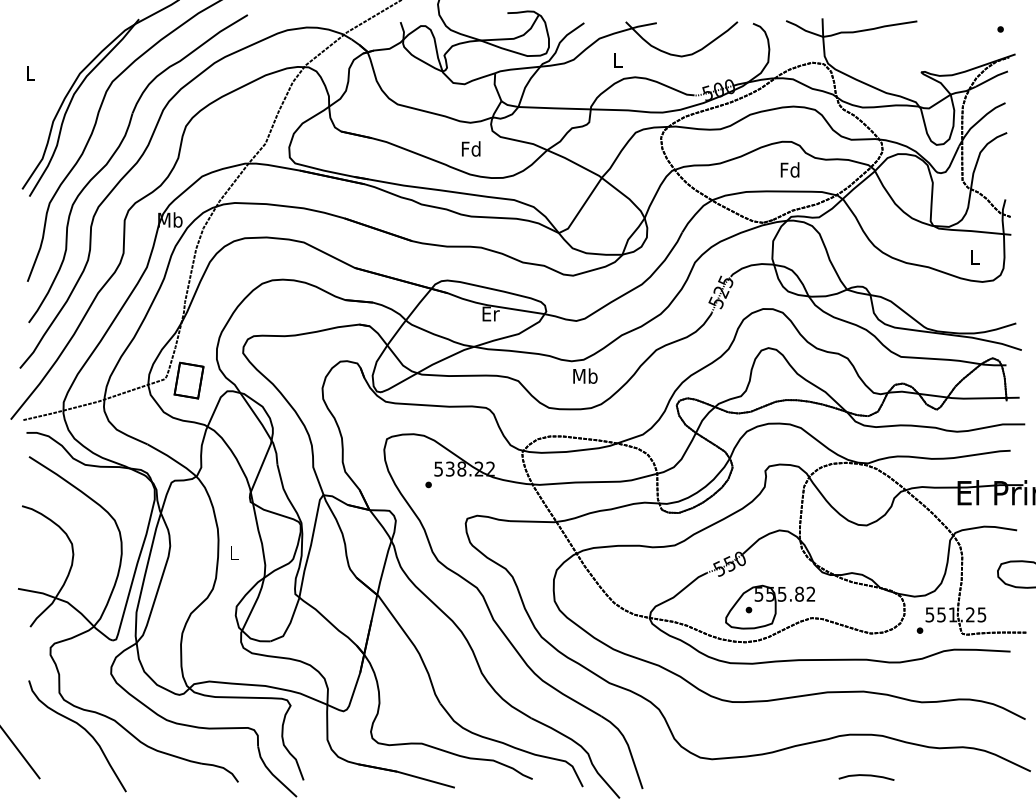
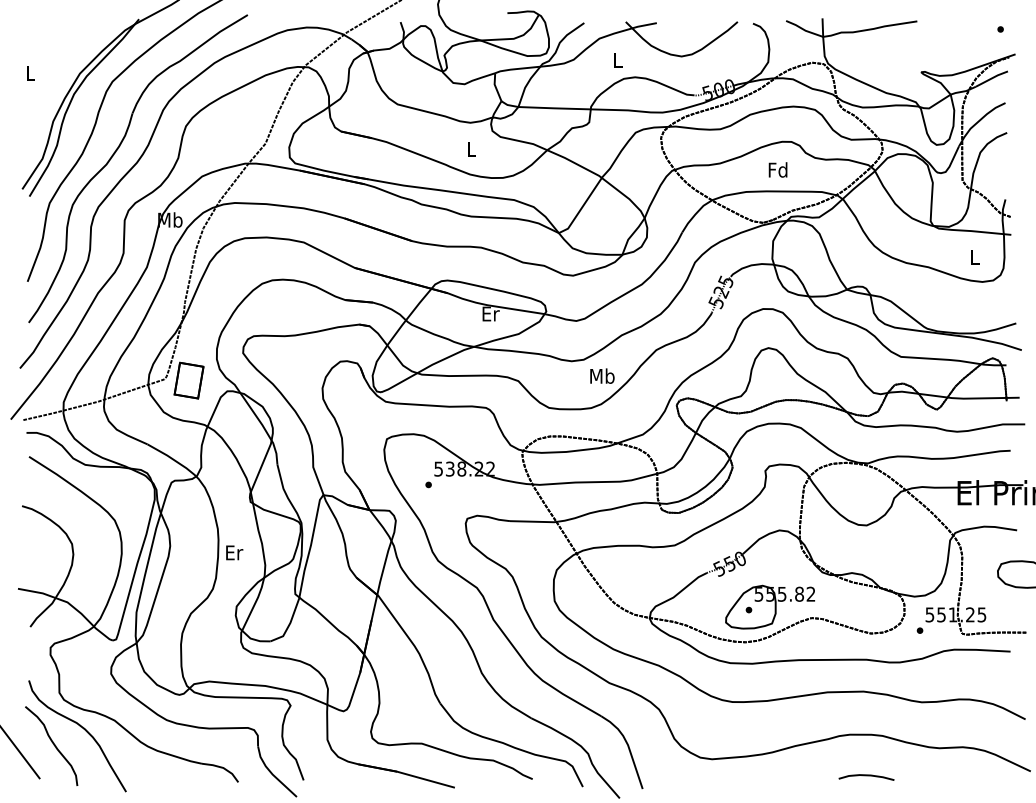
text at (471, 148): Fd -> L
text at (789, 169) position: (789, 169) -> (777, 169)
text at (585, 375) position: (585, 375) -> (602, 375)
text at (234, 552): L -> Er
curve at (53, 745): none -> present
